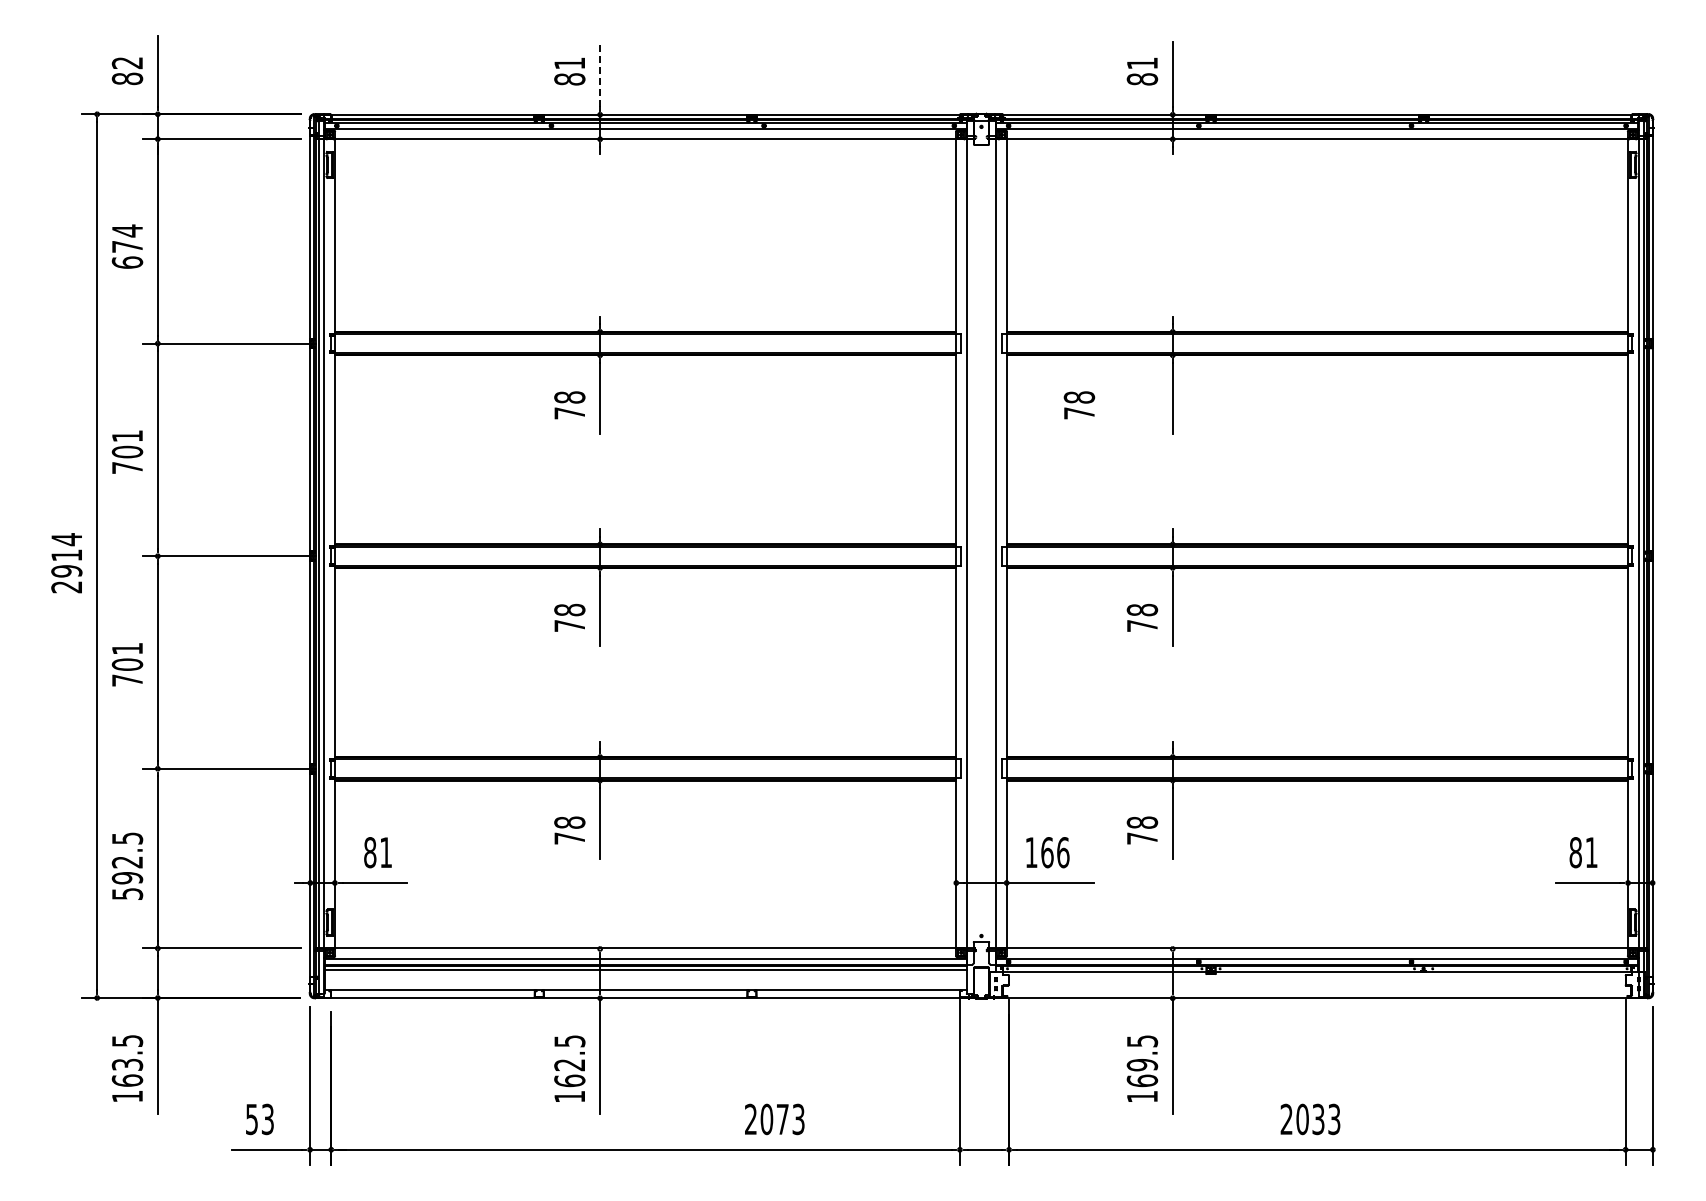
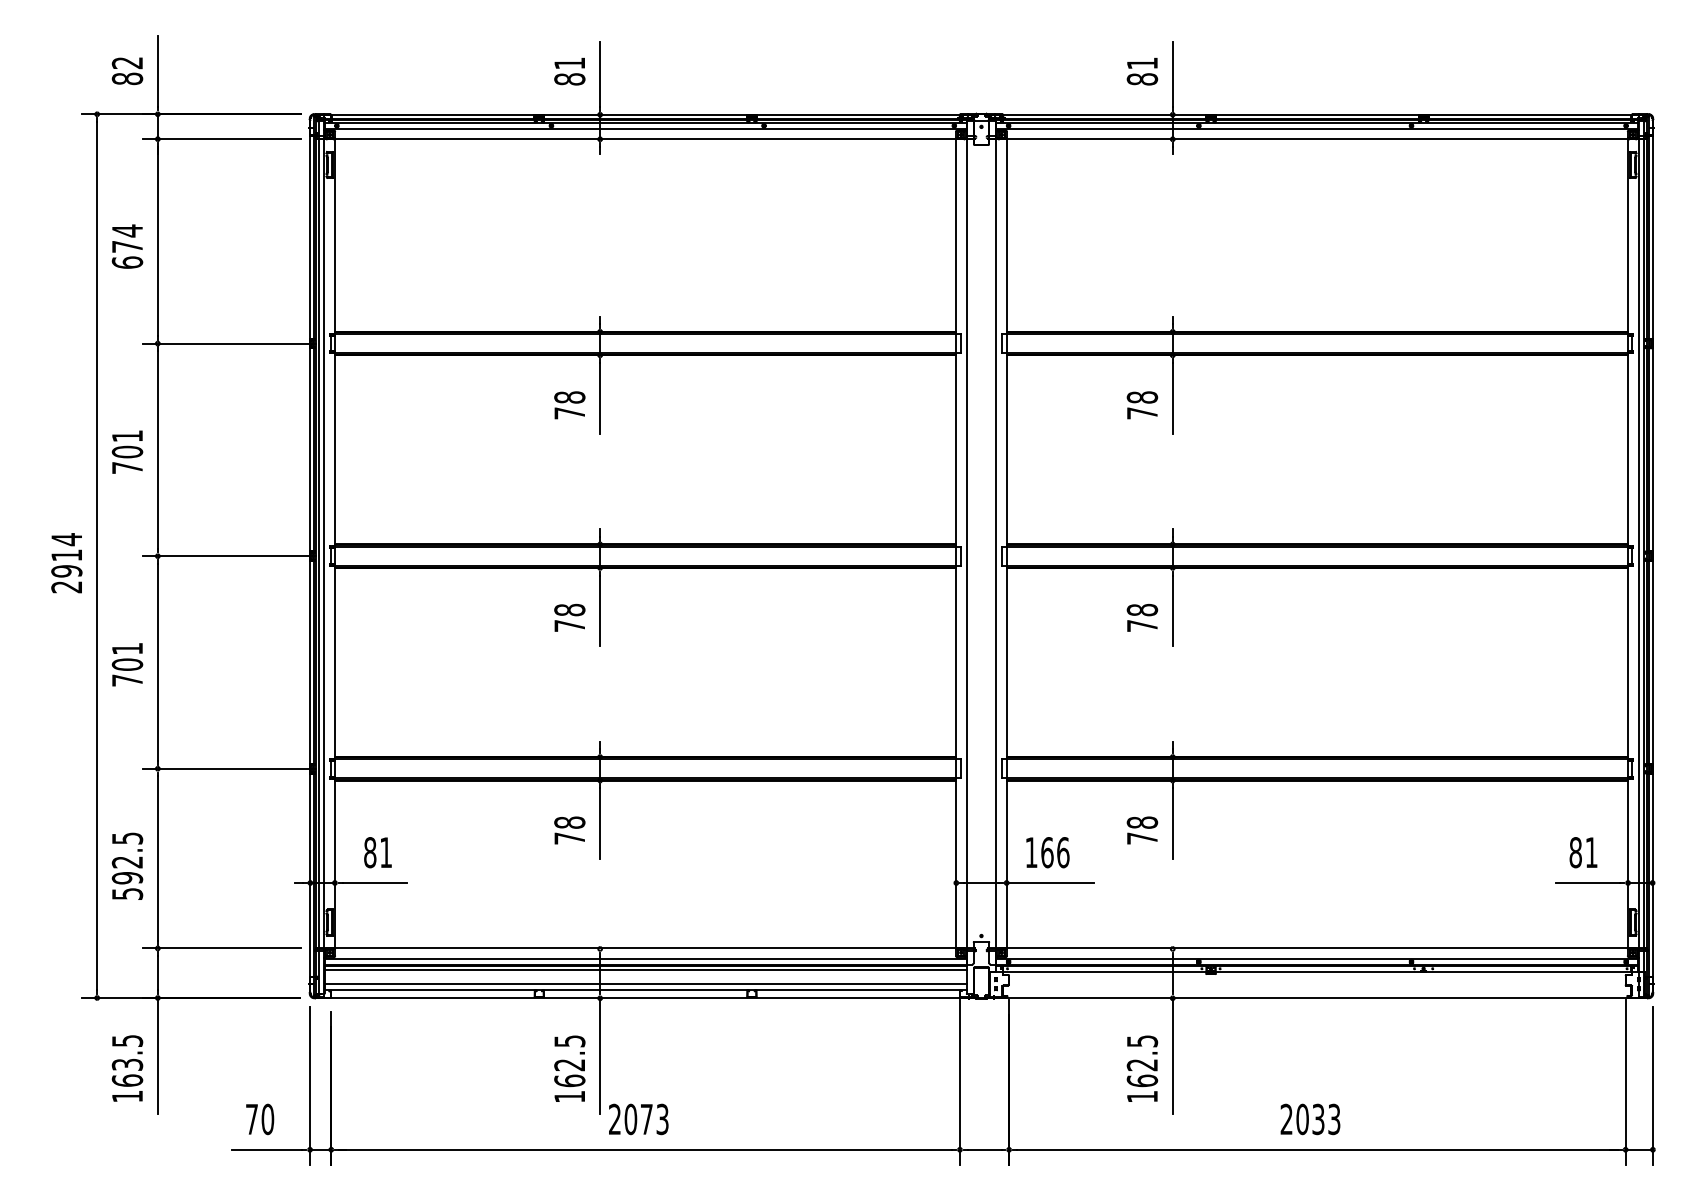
line at (600, 74): dashed -> solid
text at (1079, 405) position: (1079, 405) -> (1142, 405)
line at (645, 983): none -> present
text at (1142, 1065): 169.5 -> 162.5
text at (260, 1119): 53 -> 70
text at (774, 1119) position: (774, 1119) -> (638, 1119)
